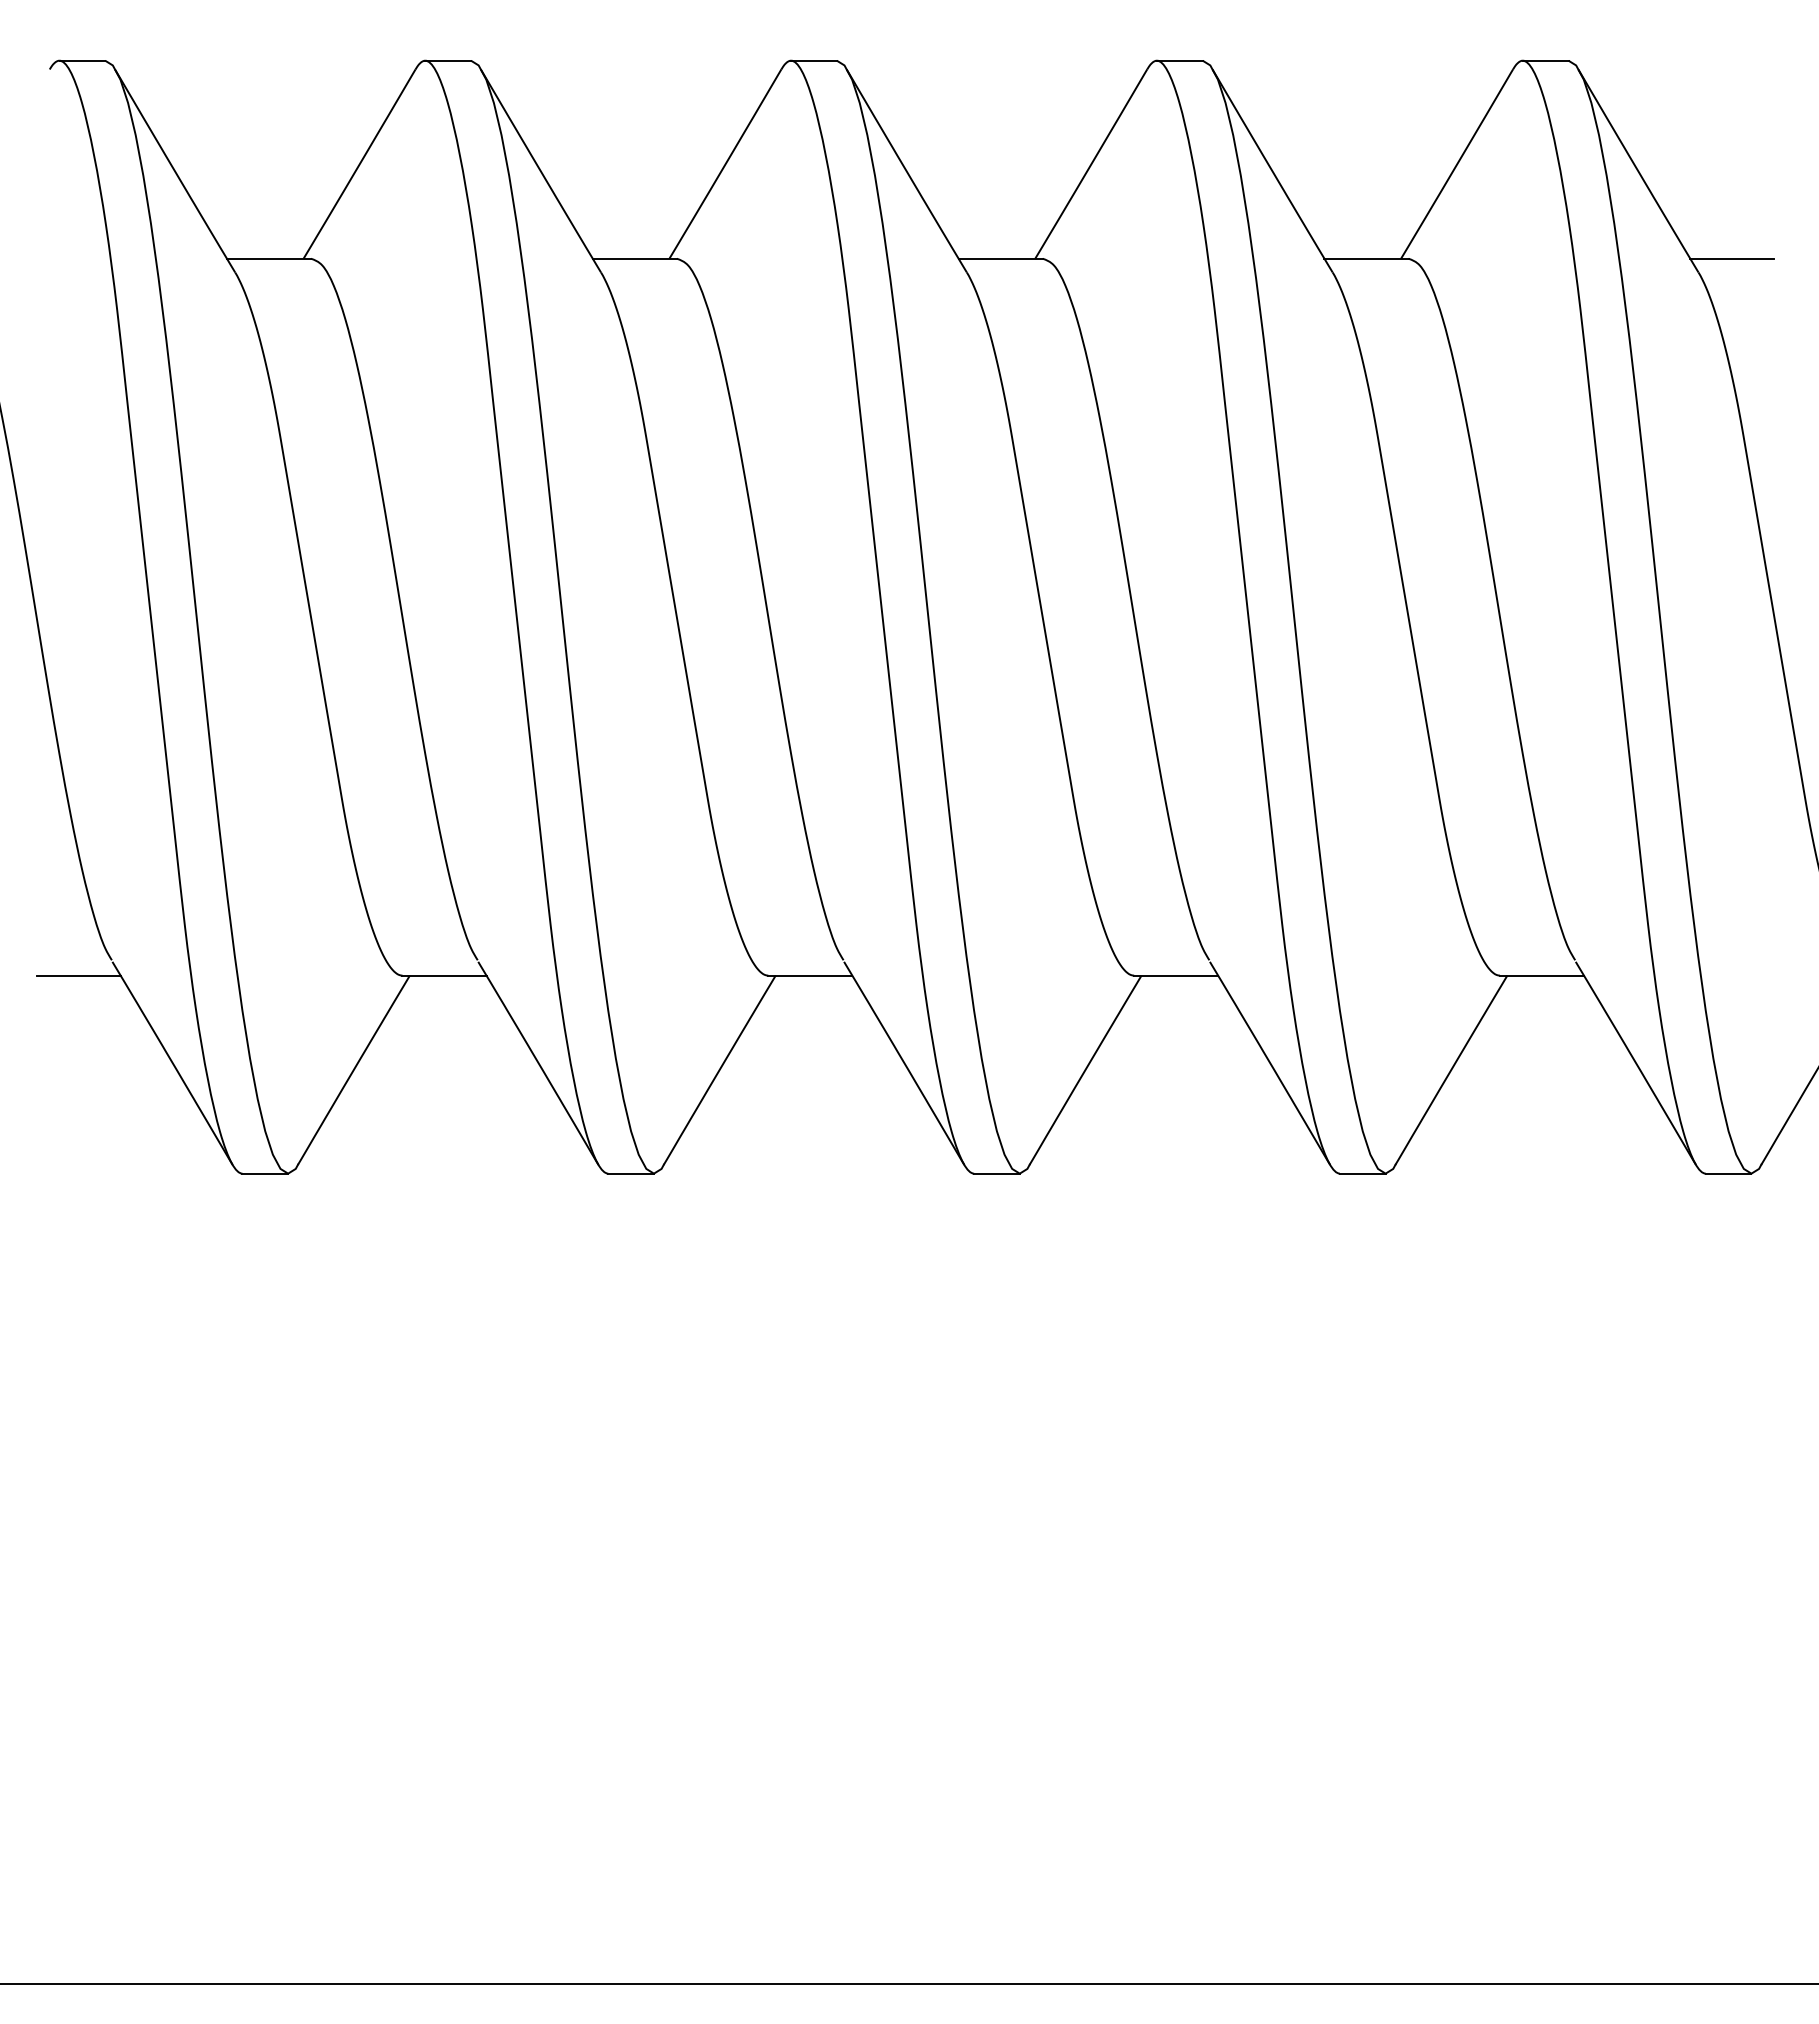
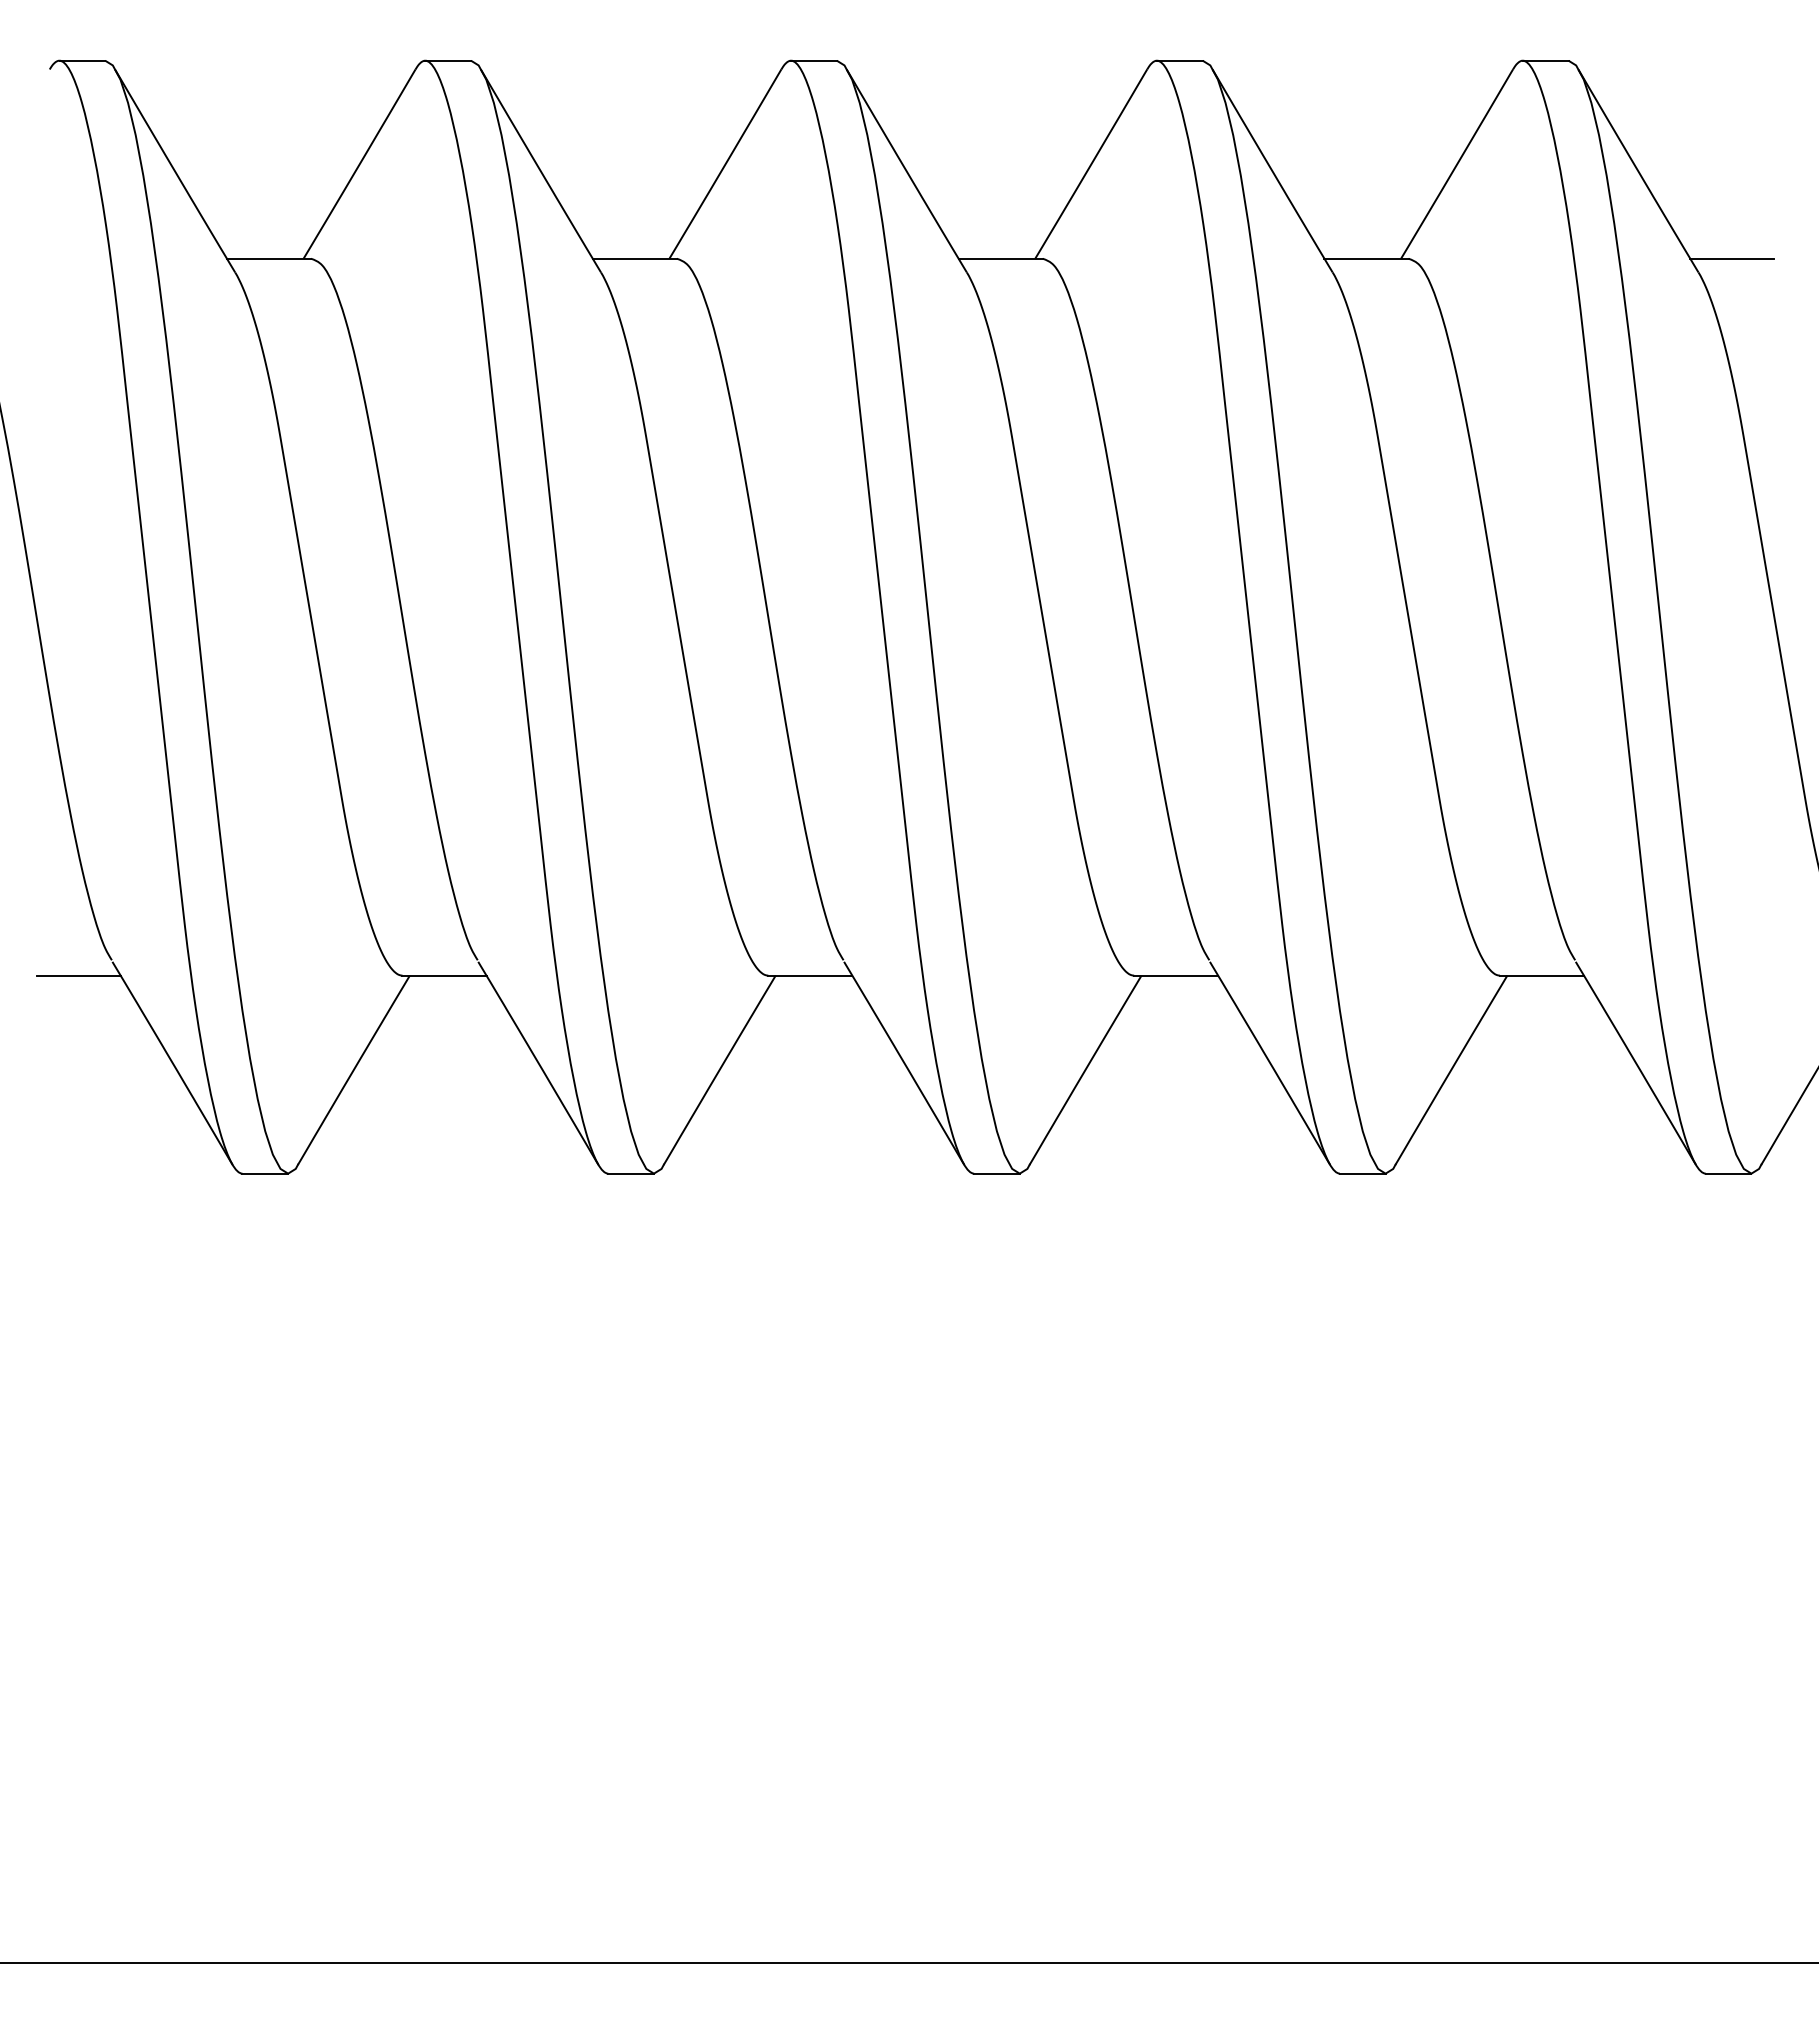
line at (908, 1984) position: (908, 1984) -> (908, 1963)
